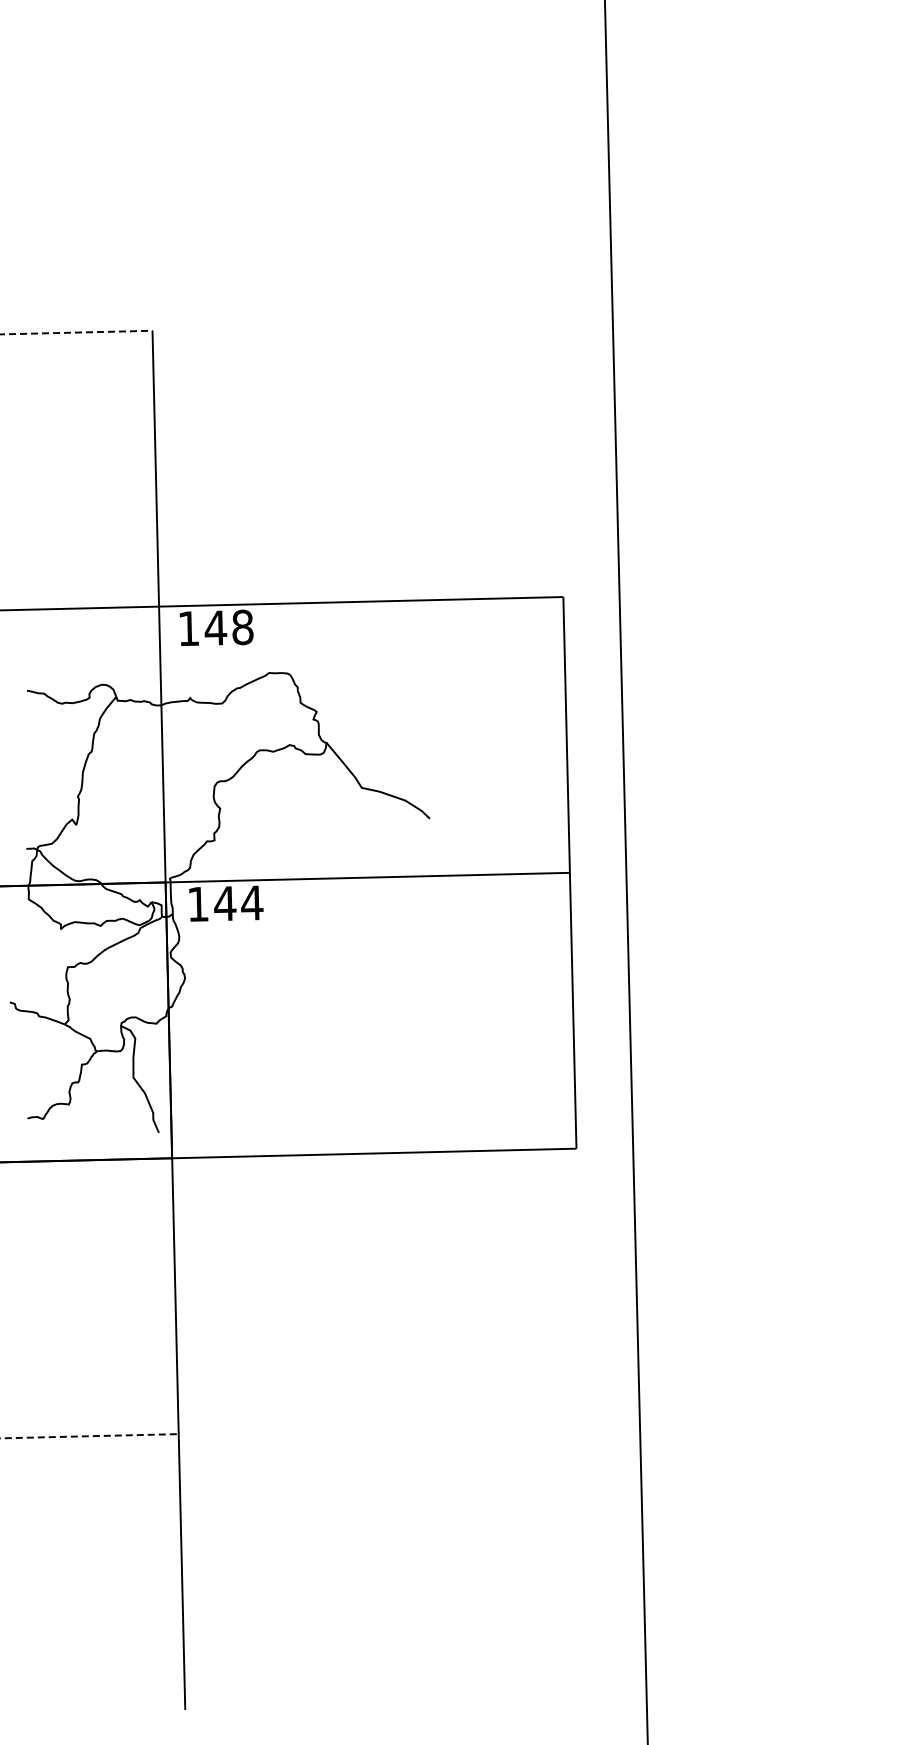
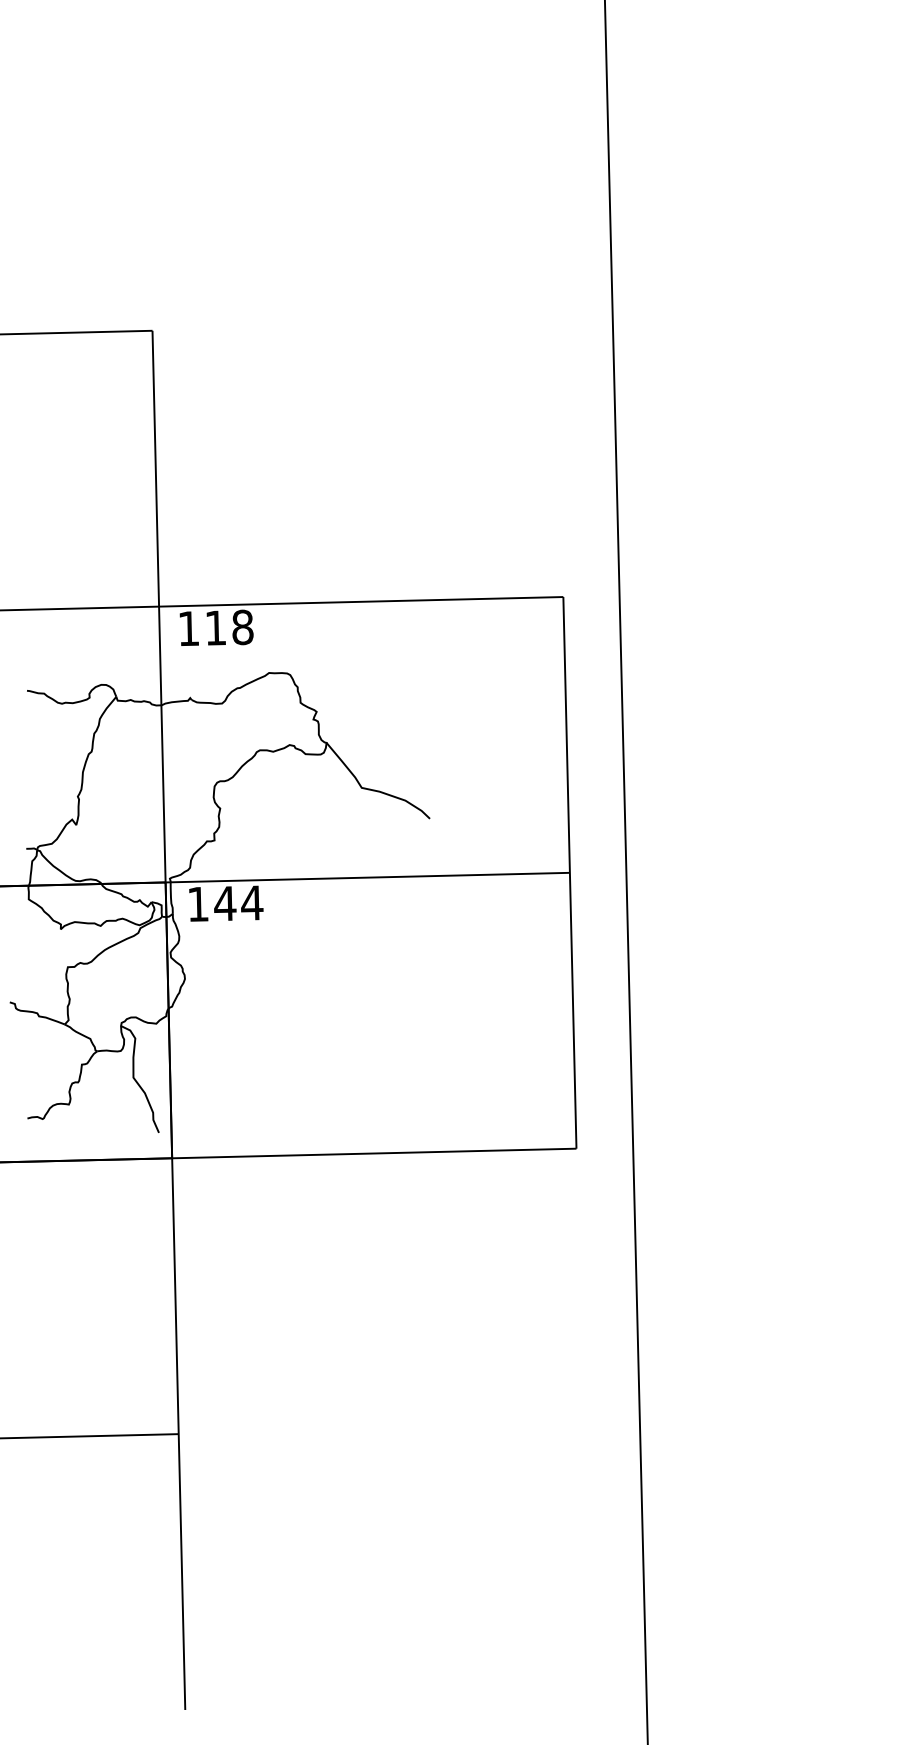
line at (76, 332): dashed -> solid
text at (215, 627): 148 -> 118
line at (89, 1436): dashed -> solid
